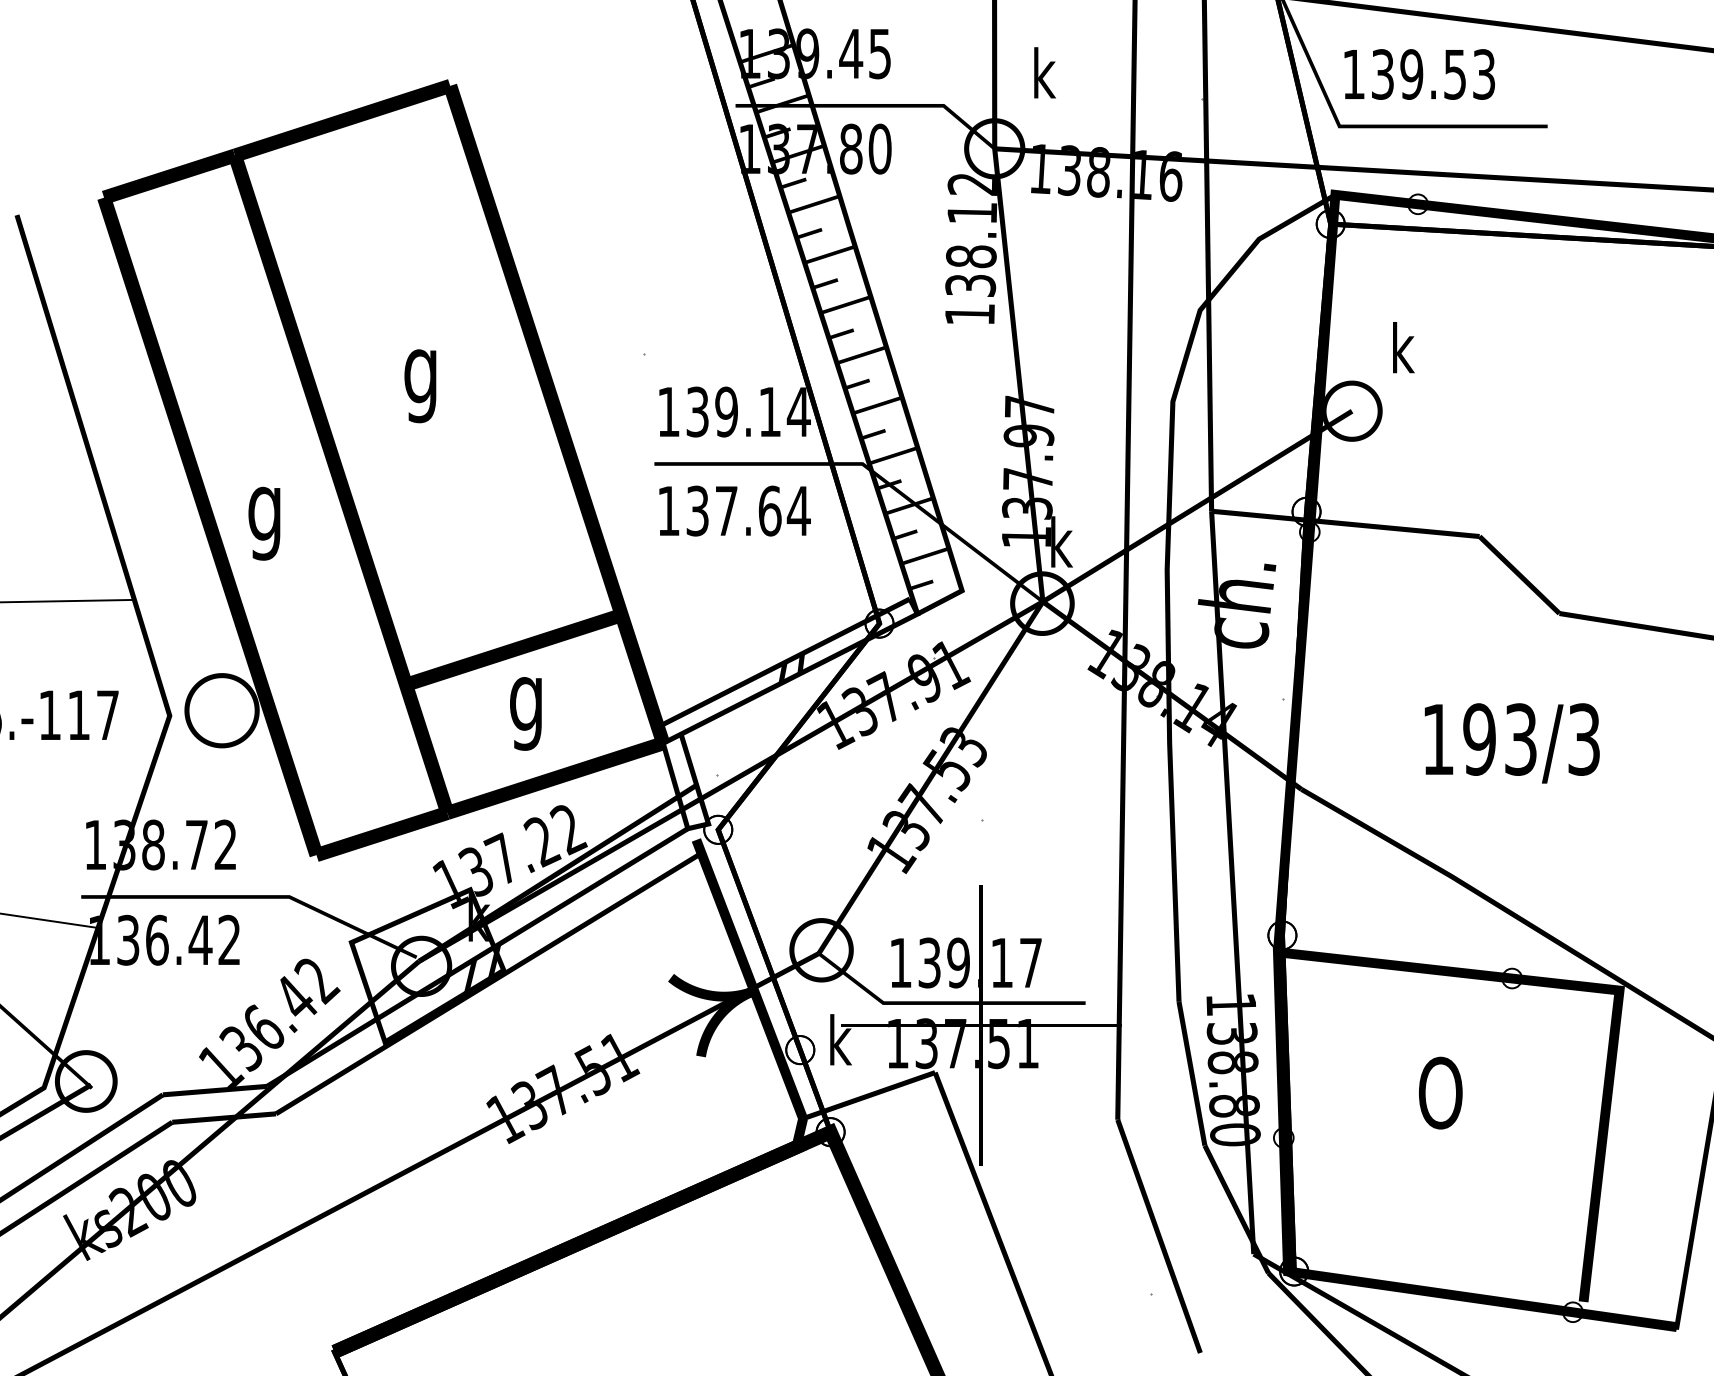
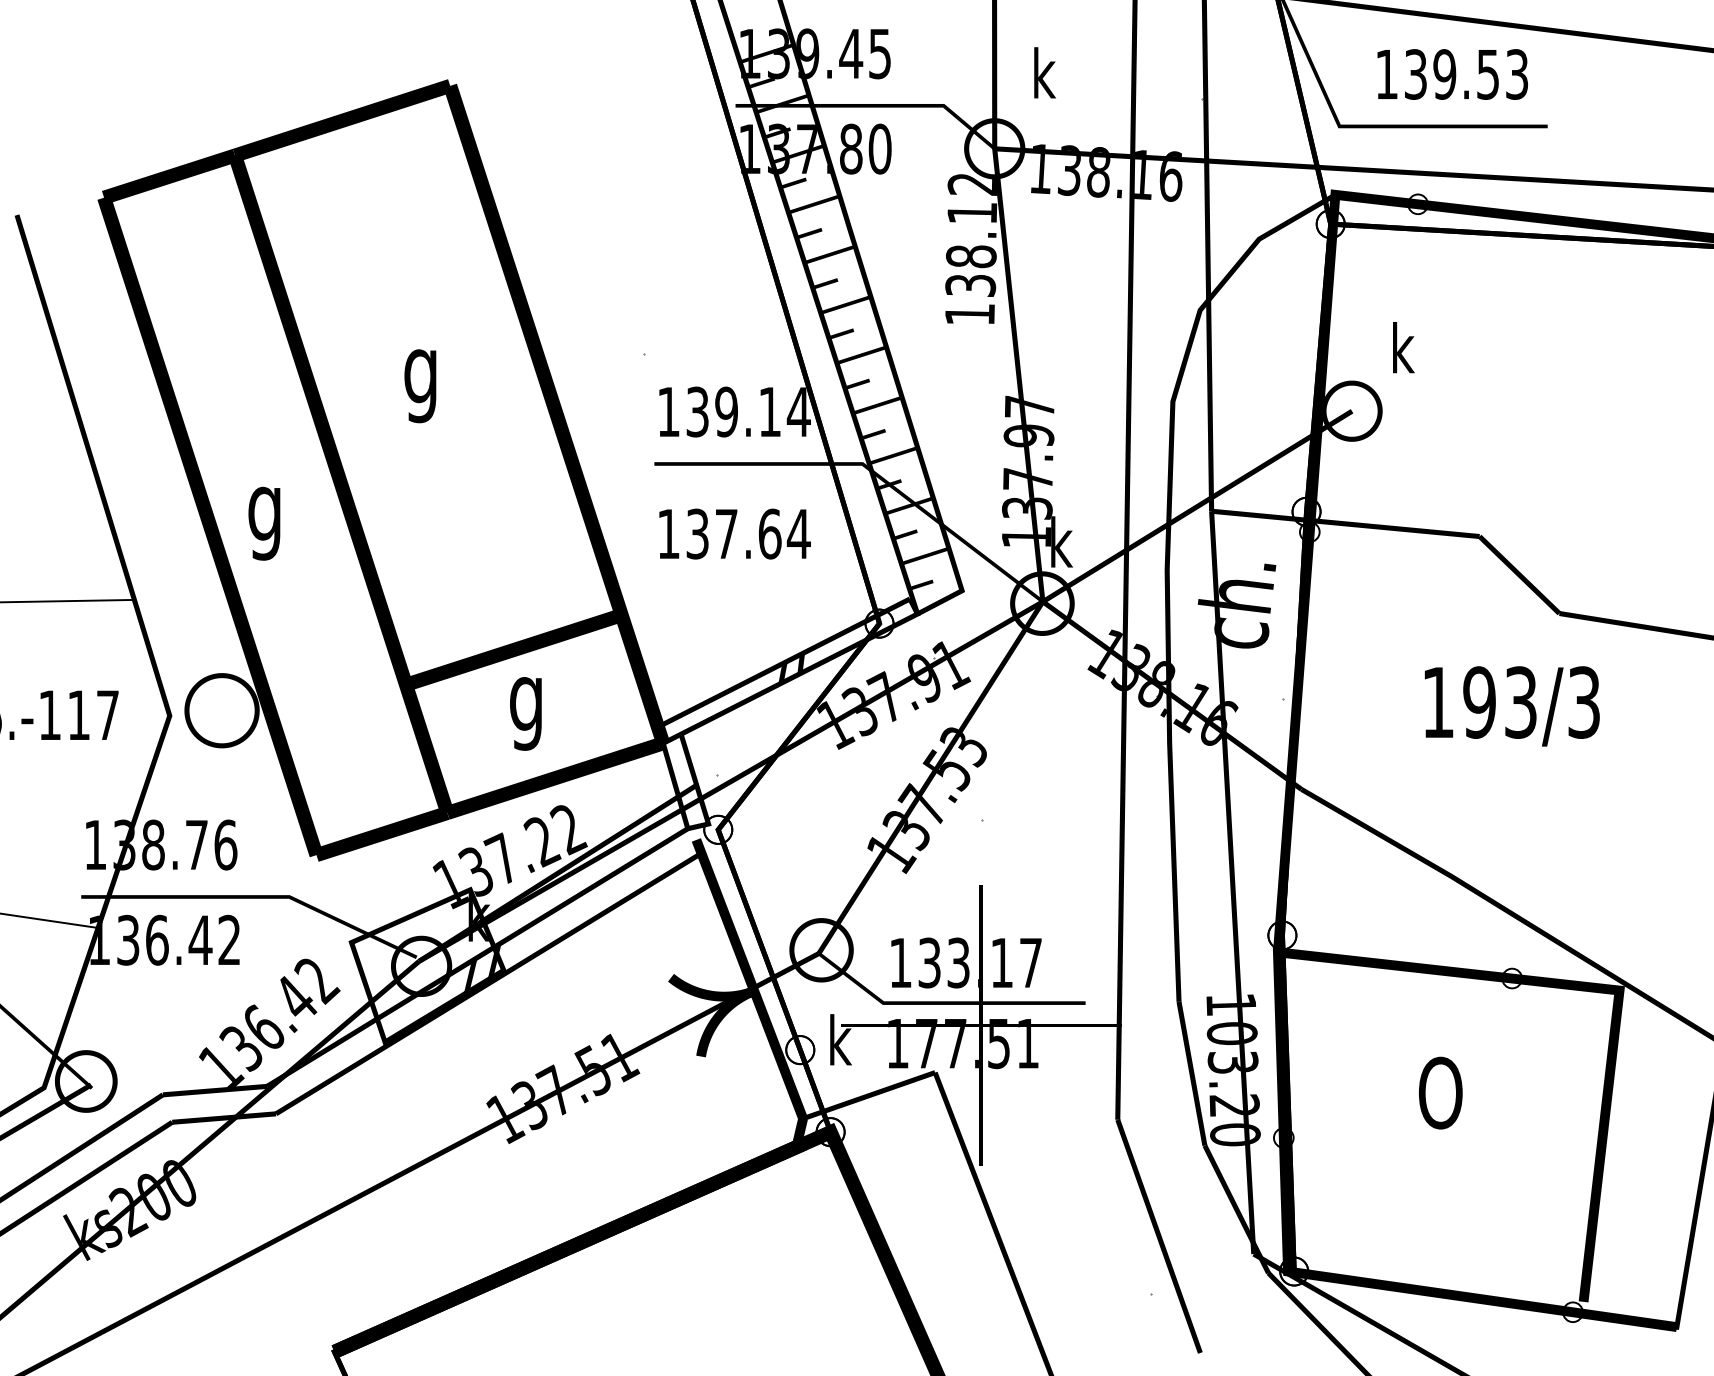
text at (1419, 74) position: (1419, 74) -> (1452, 74)
text at (734, 510) position: (734, 510) -> (734, 533)
text at (1219, 723): 138.14 -> 138.16
text at (1511, 743) position: (1511, 743) -> (1511, 706)
text at (225, 844): 138.72 -> 138.76
text at (958, 962): 139.17 -> 133.17
text at (926, 1043): 137.51 -> 177.51
text at (1232, 1069): 138.80 -> 103.20
